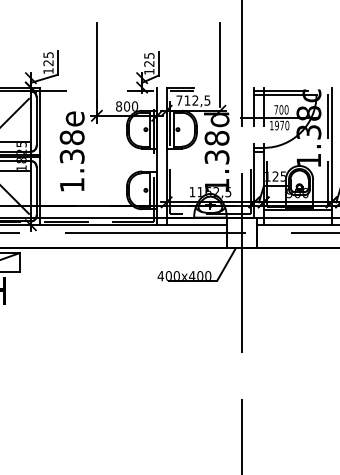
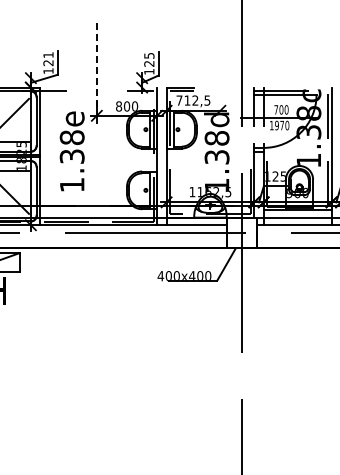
text at (48, 55): 125 -> 121
line at (220, 64): present -> none
line at (96, 65): solid -> dashed
